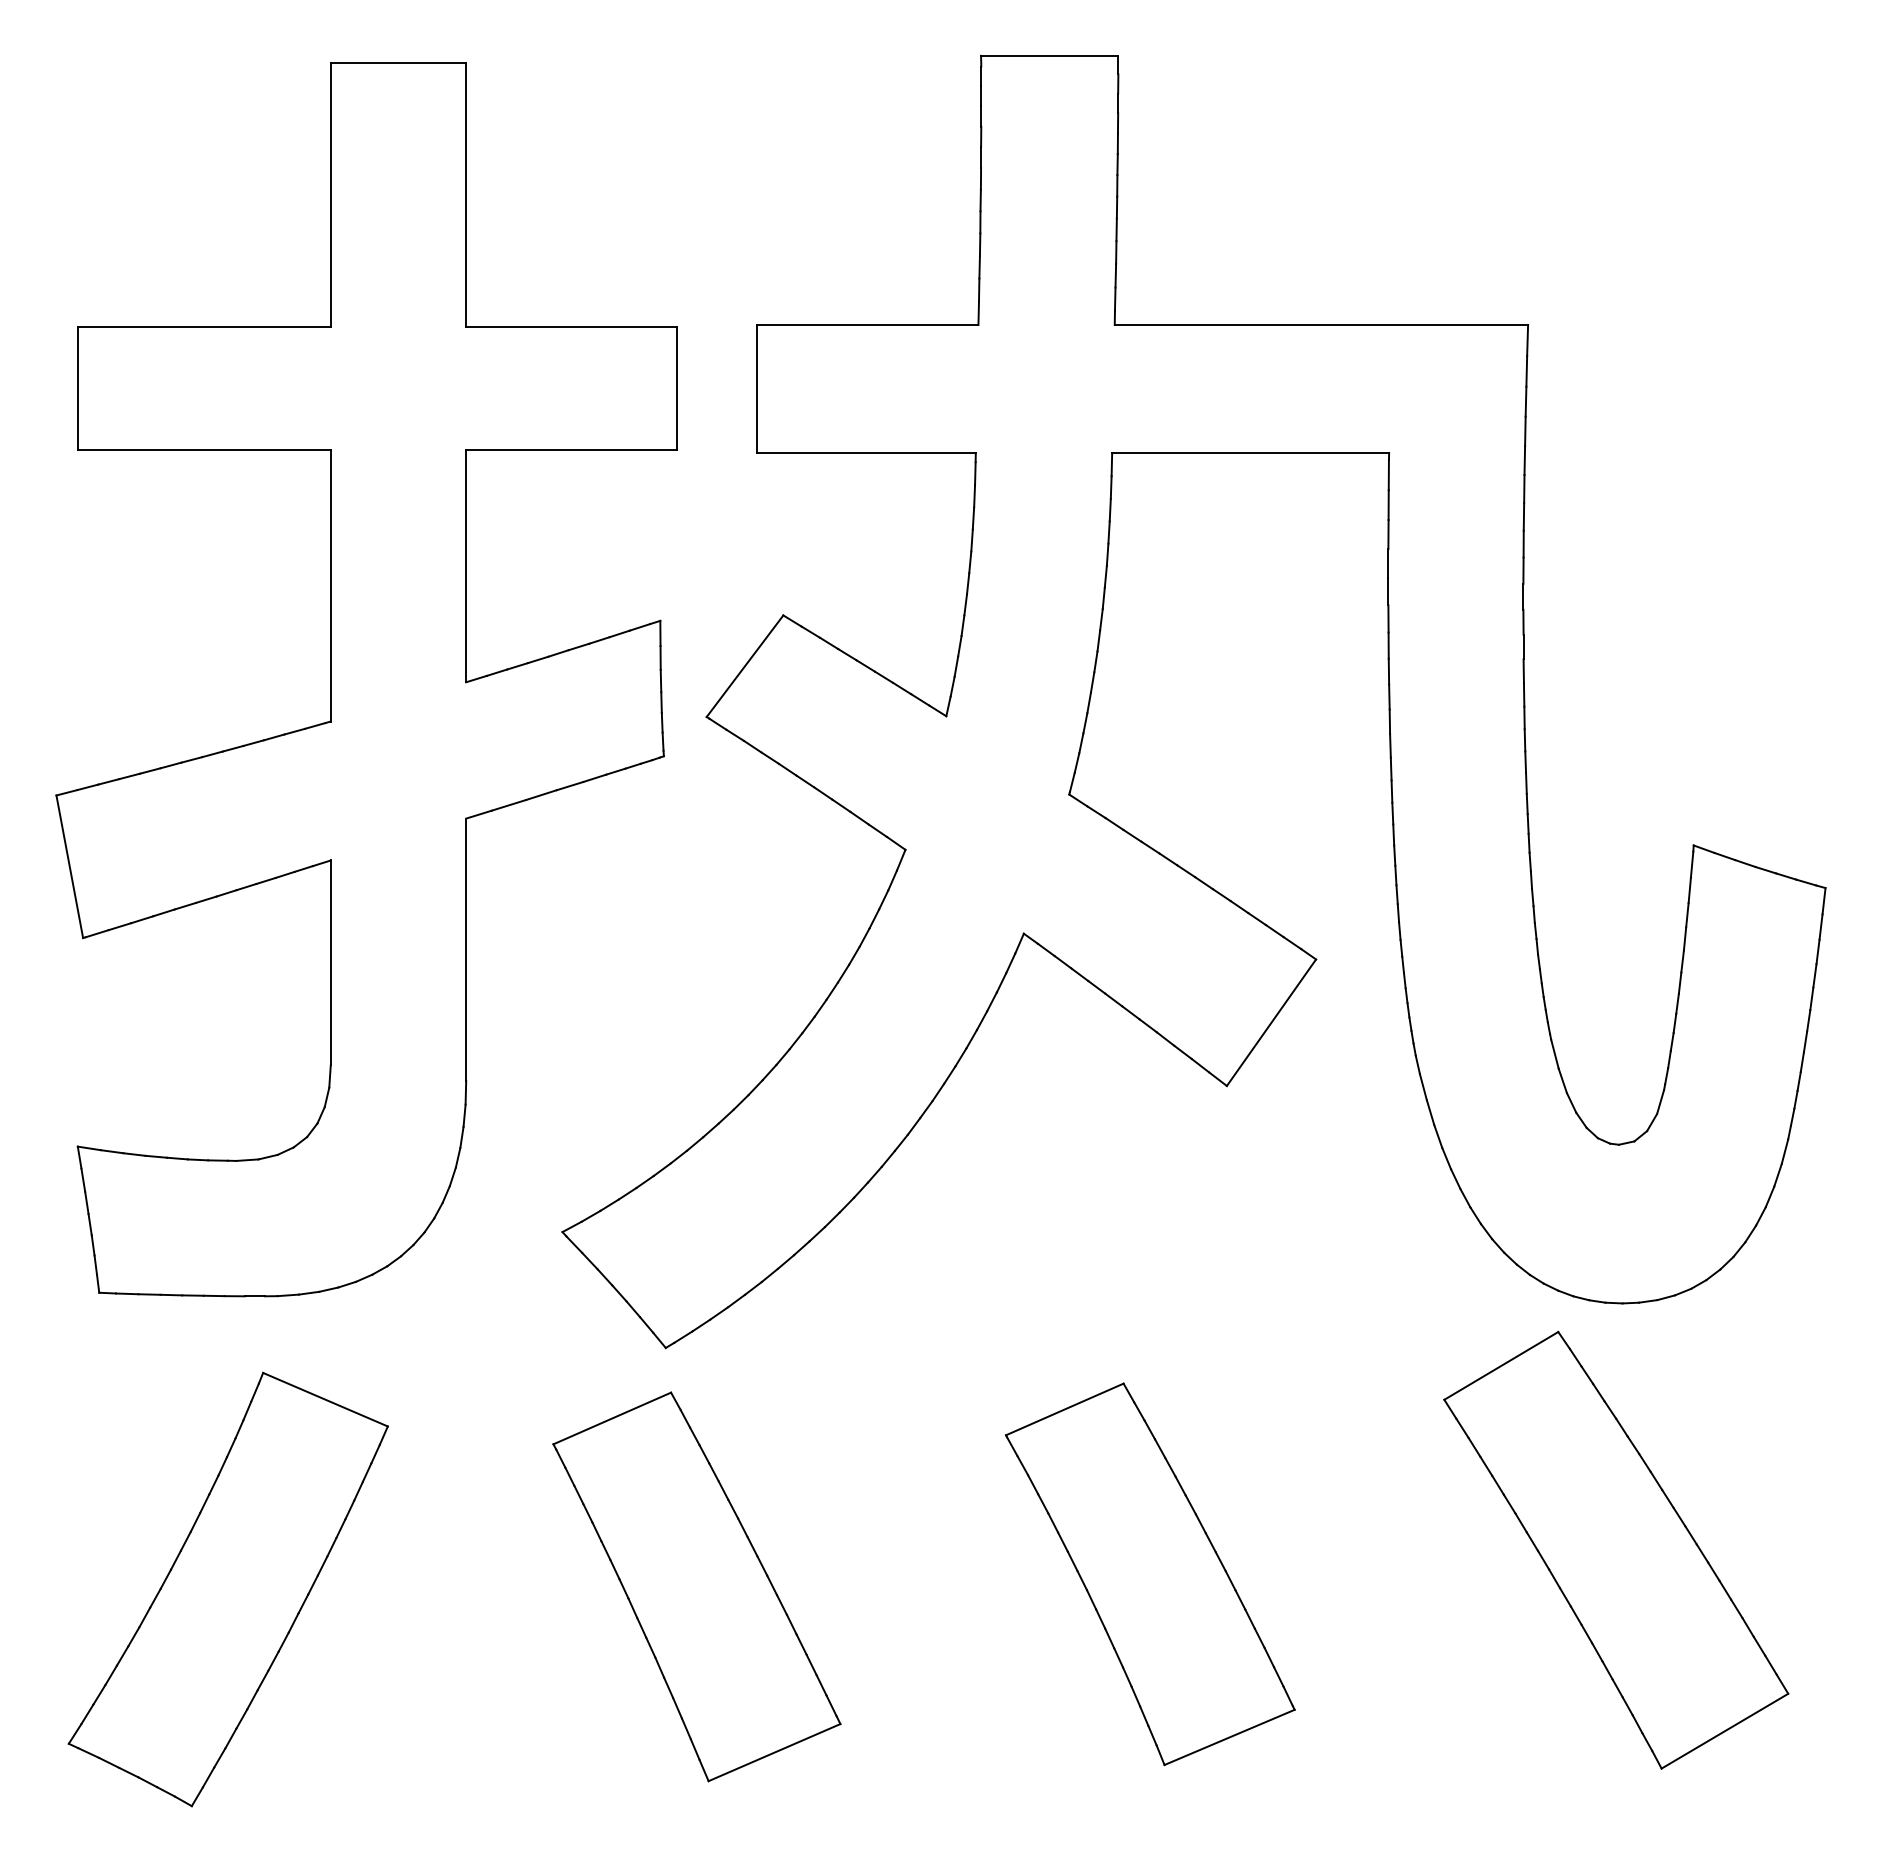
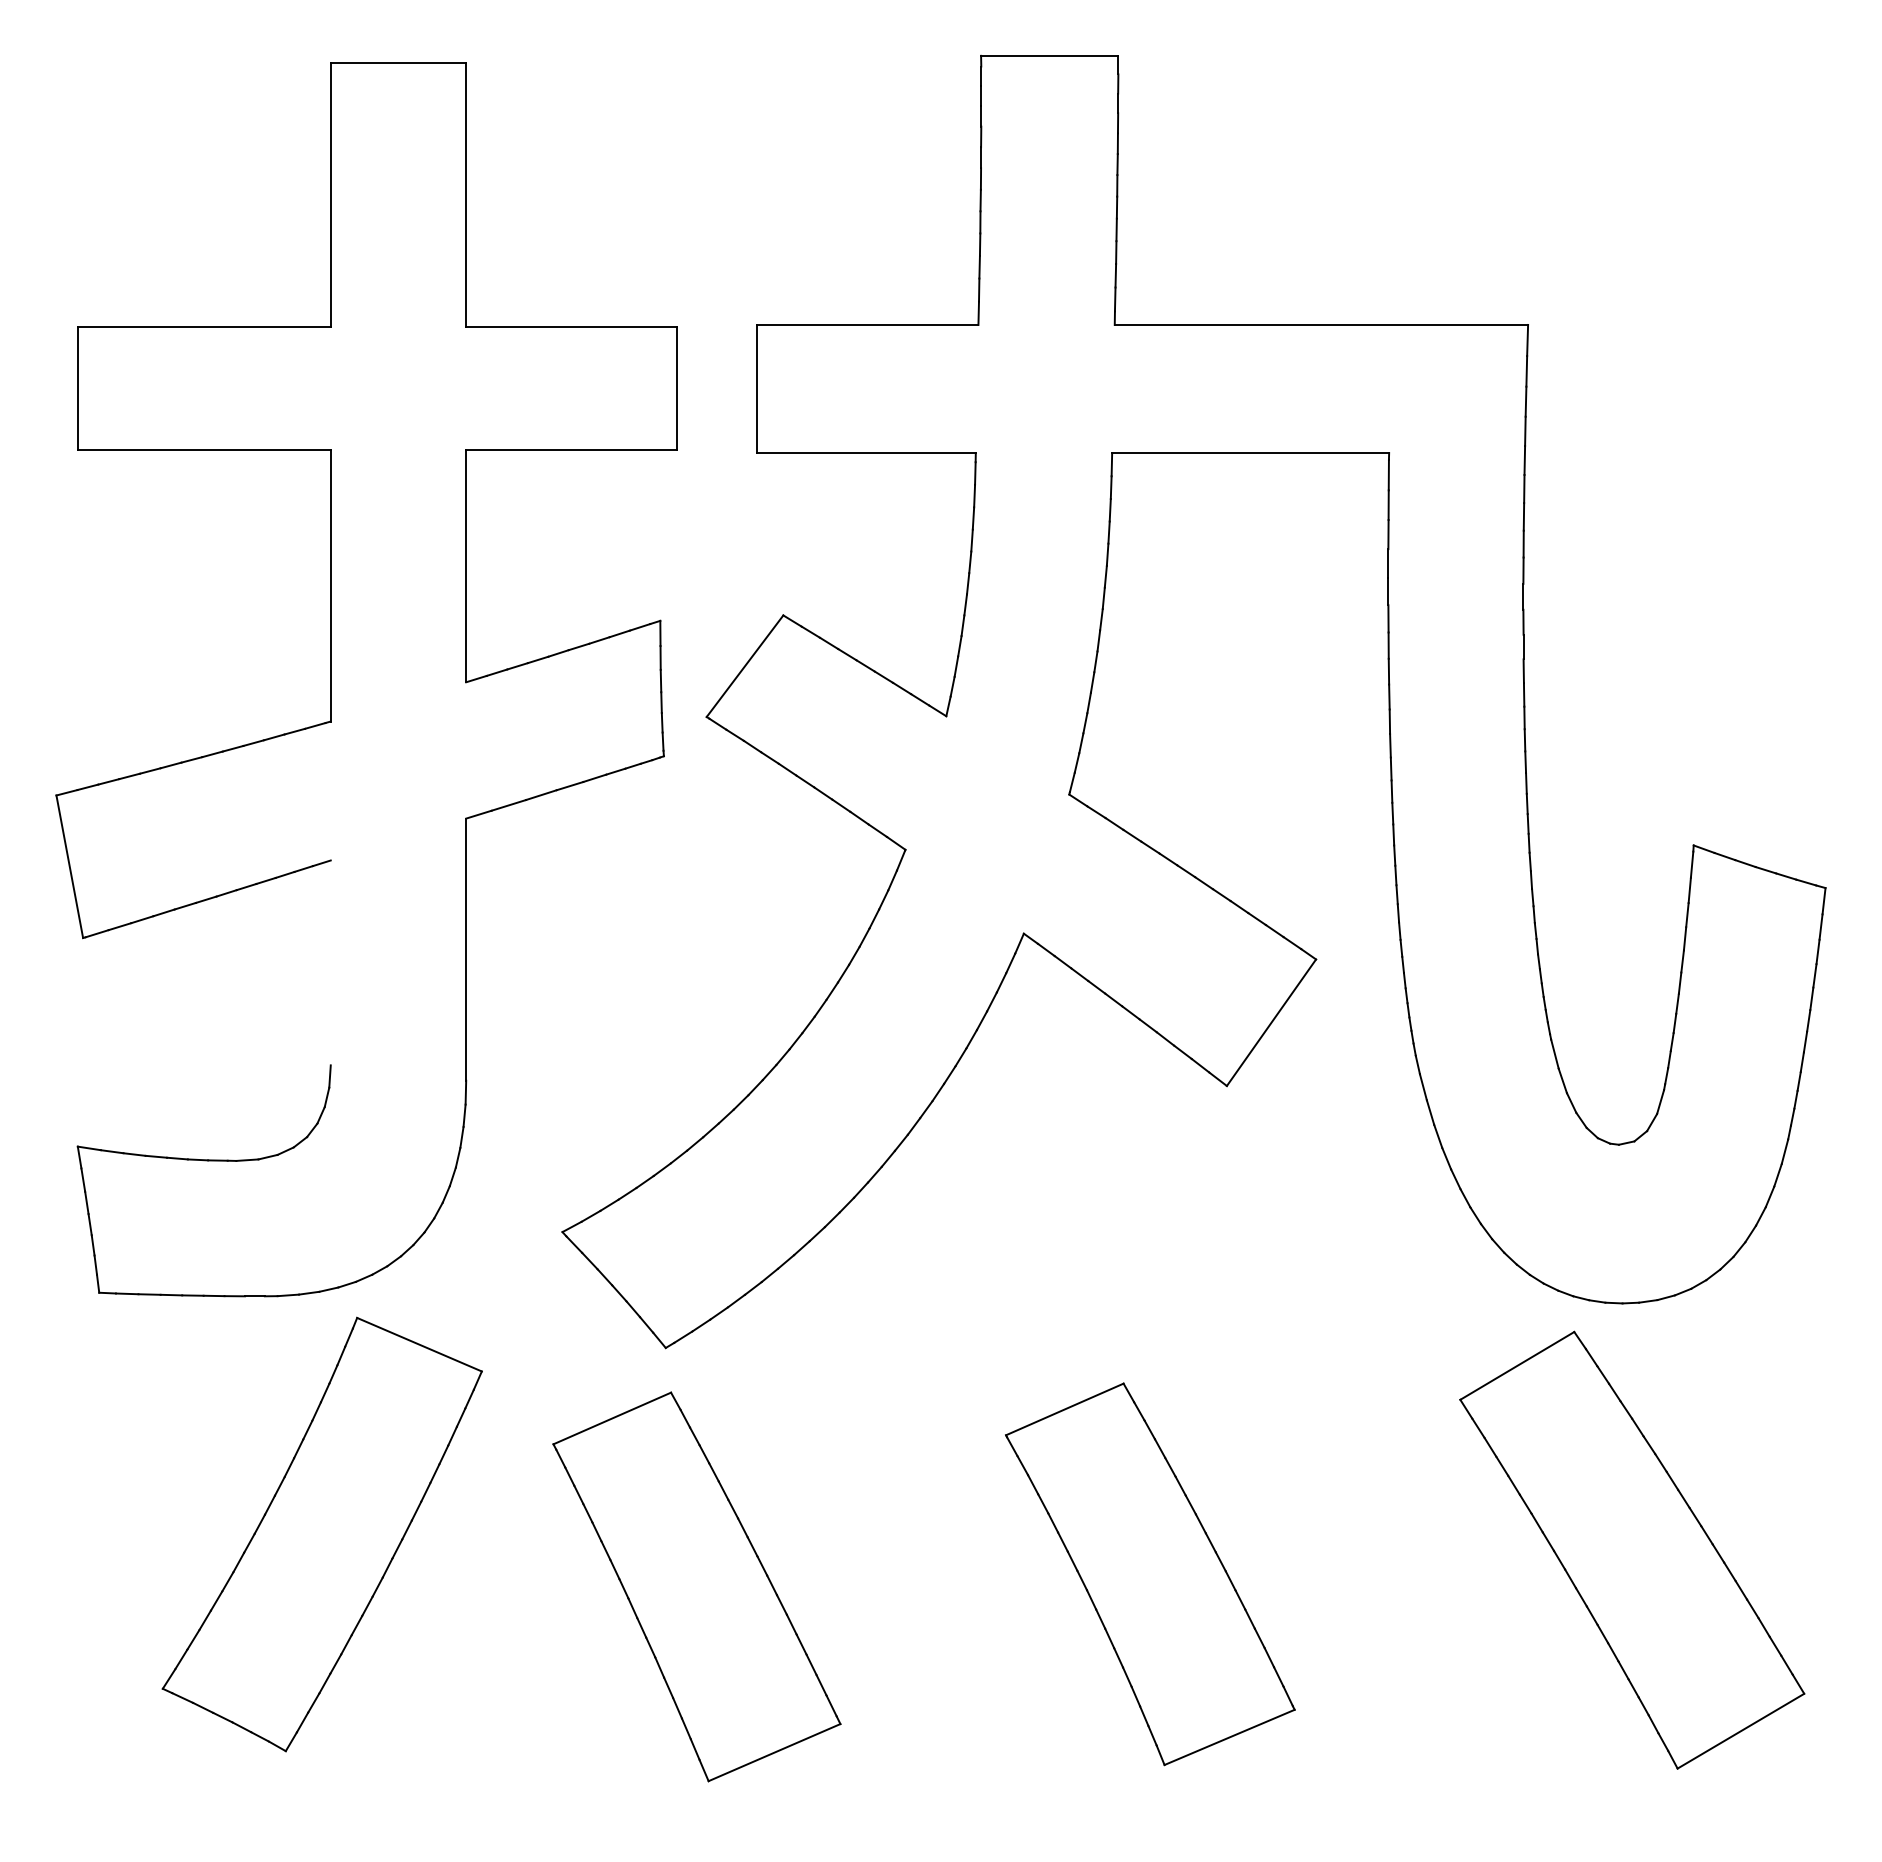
line at (330, 962): present -> none
part at (1616, 1549) position: (1616, 1549) -> (1632, 1549)
part at (227, 1589) position: (227, 1589) -> (321, 1534)
